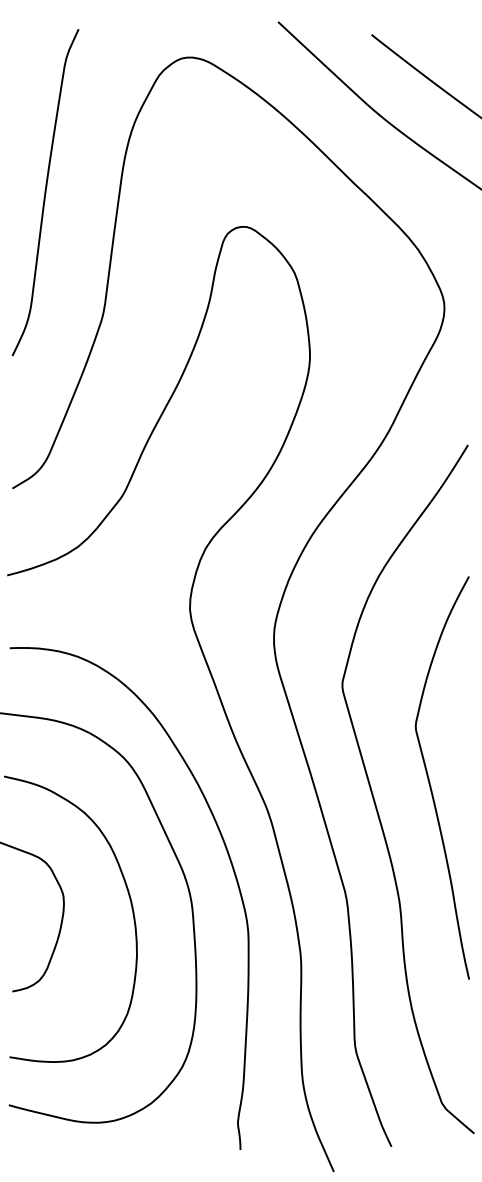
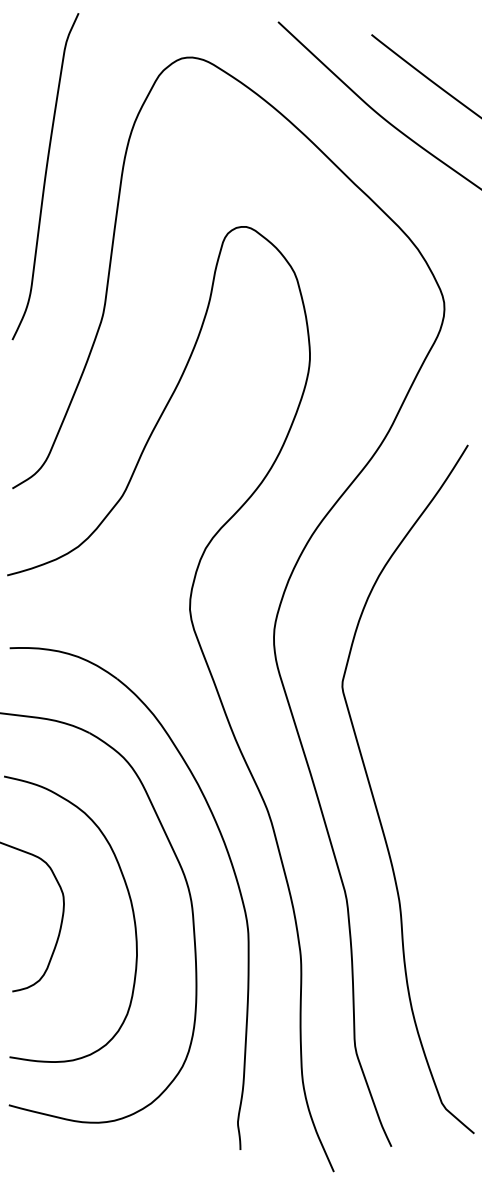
curve at (45, 192) position: (45, 192) -> (45, 176)
curve at (429, 778): present -> none
